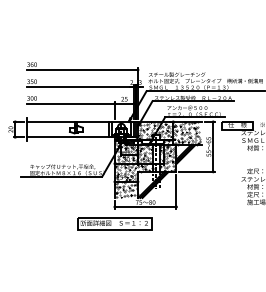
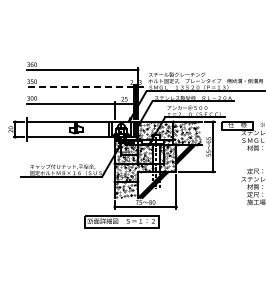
line at (80, 86): solid -> dashed
part at (114, 223) position: (114, 223) -> (121, 221)
